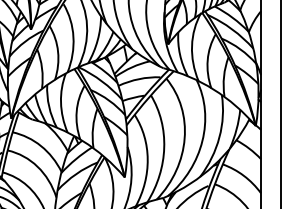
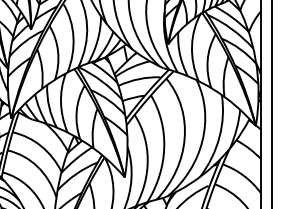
line at (281, 103) position: (281, 103) -> (272, 103)
